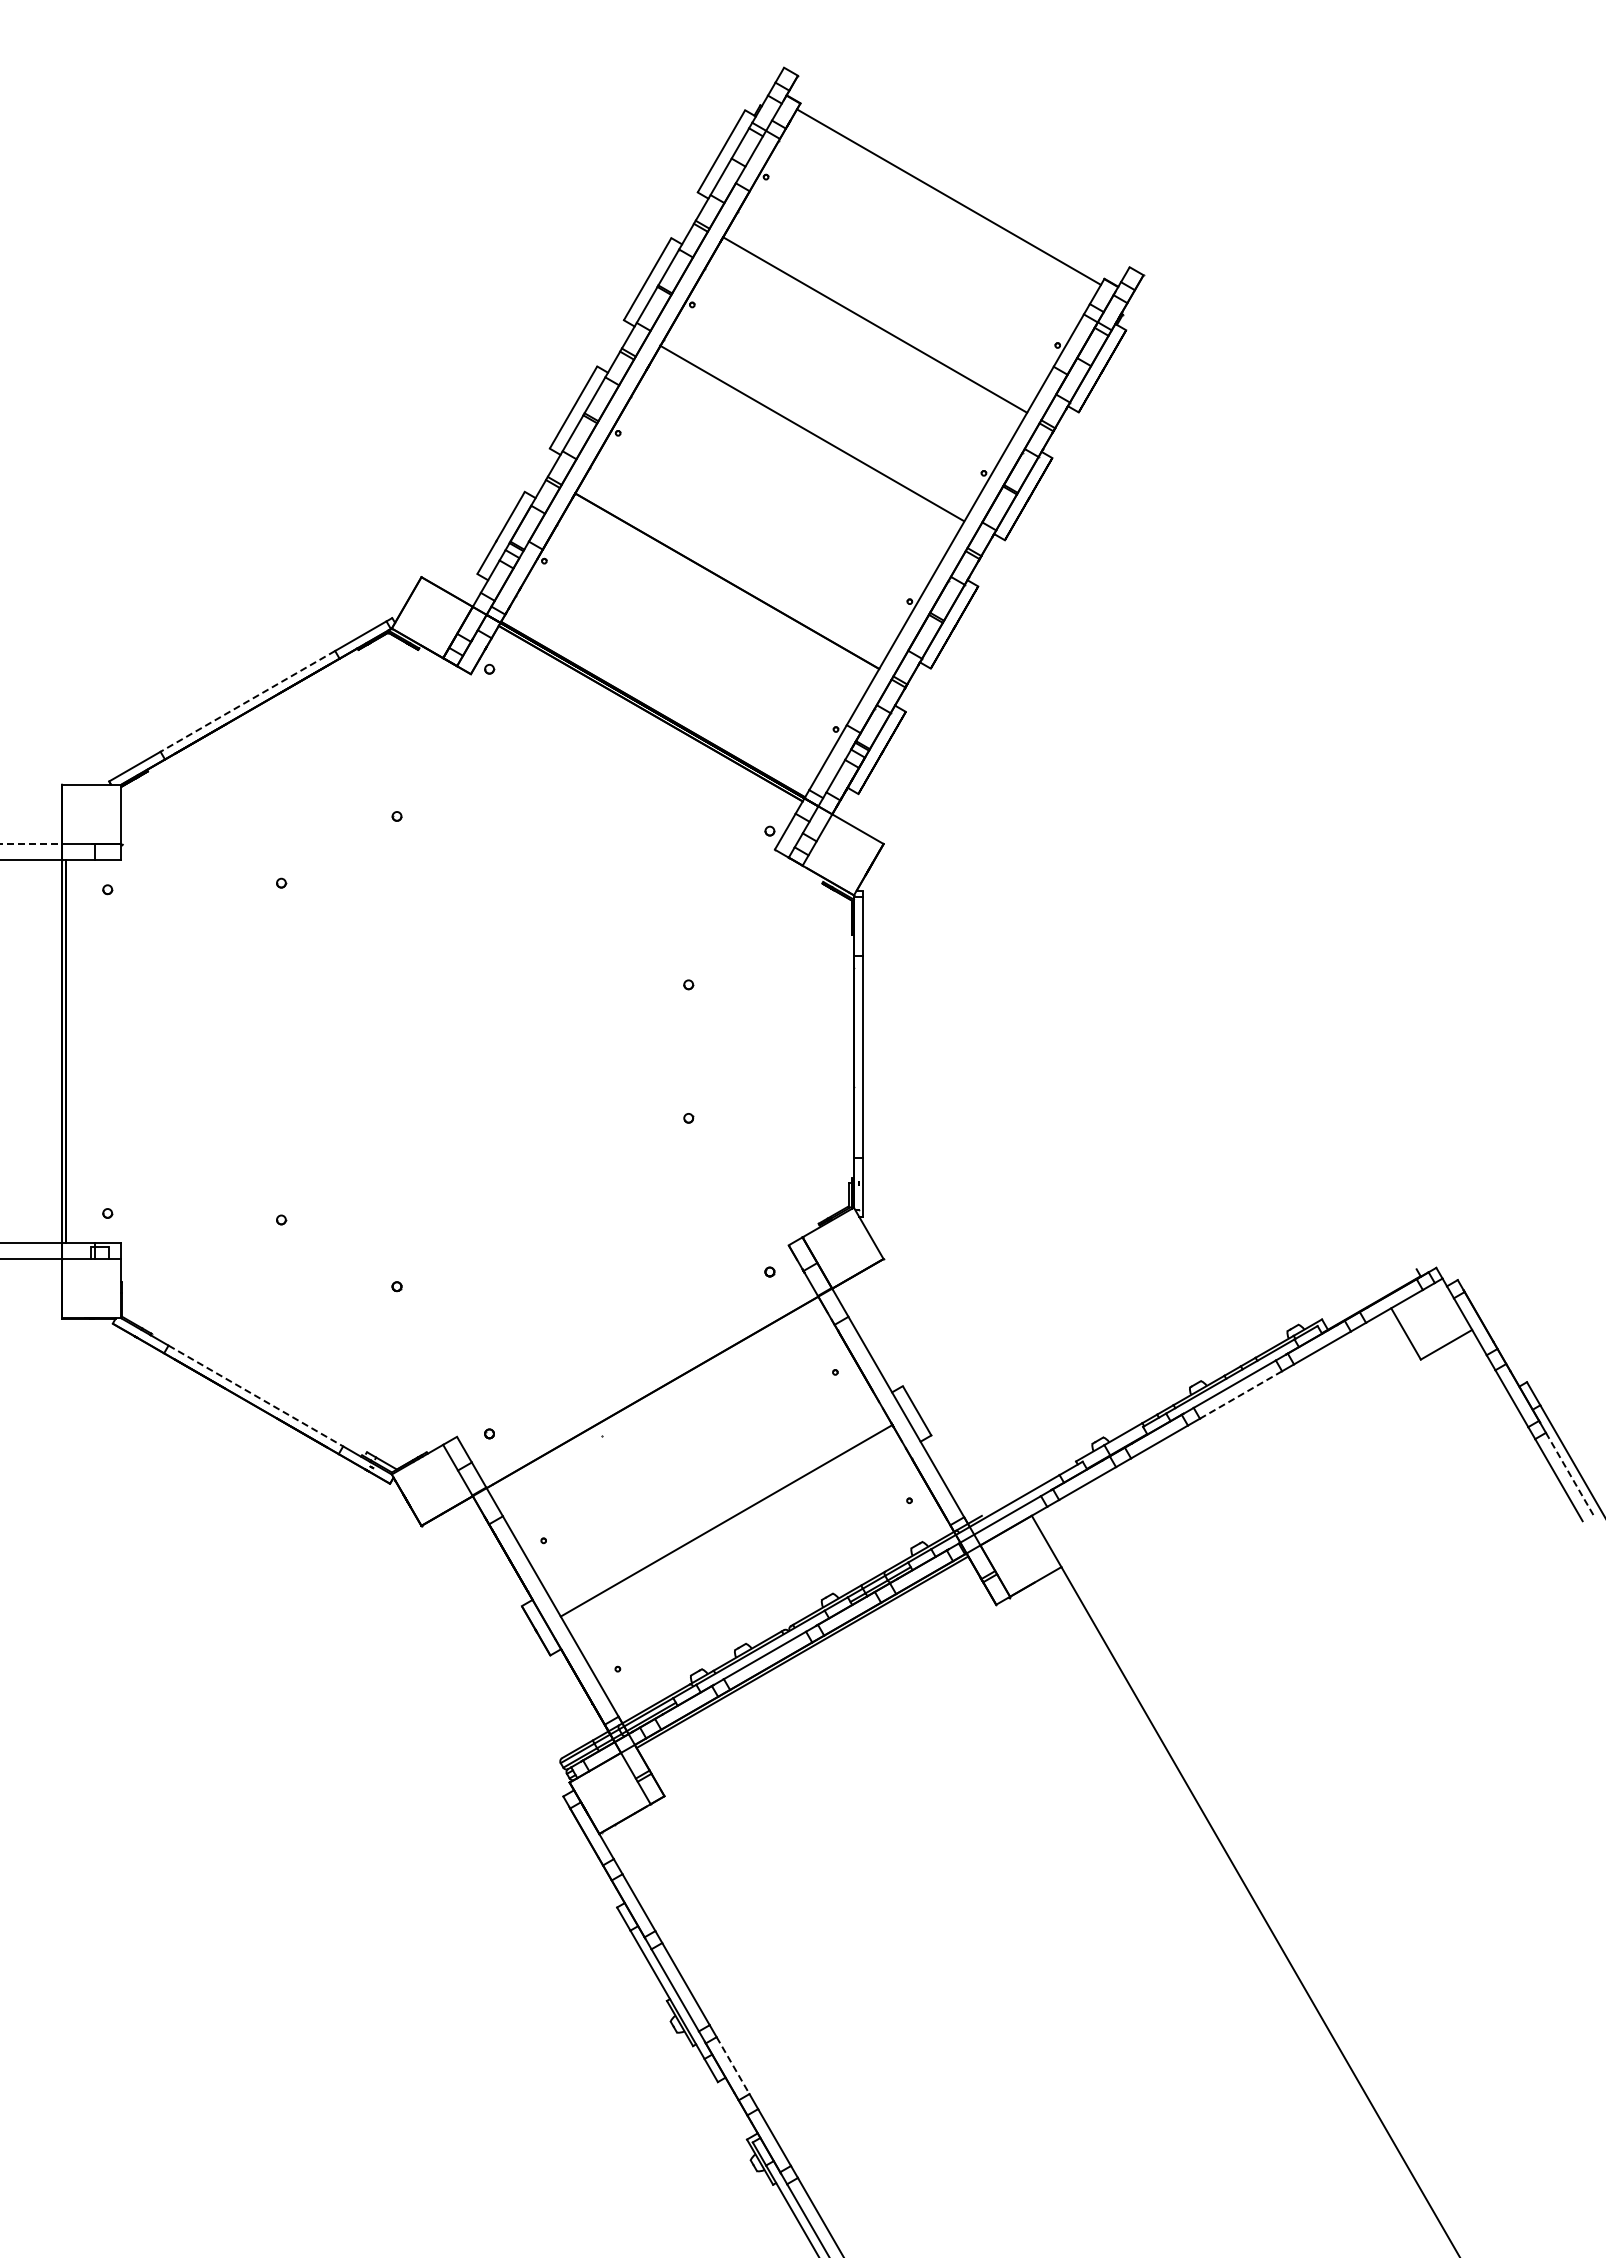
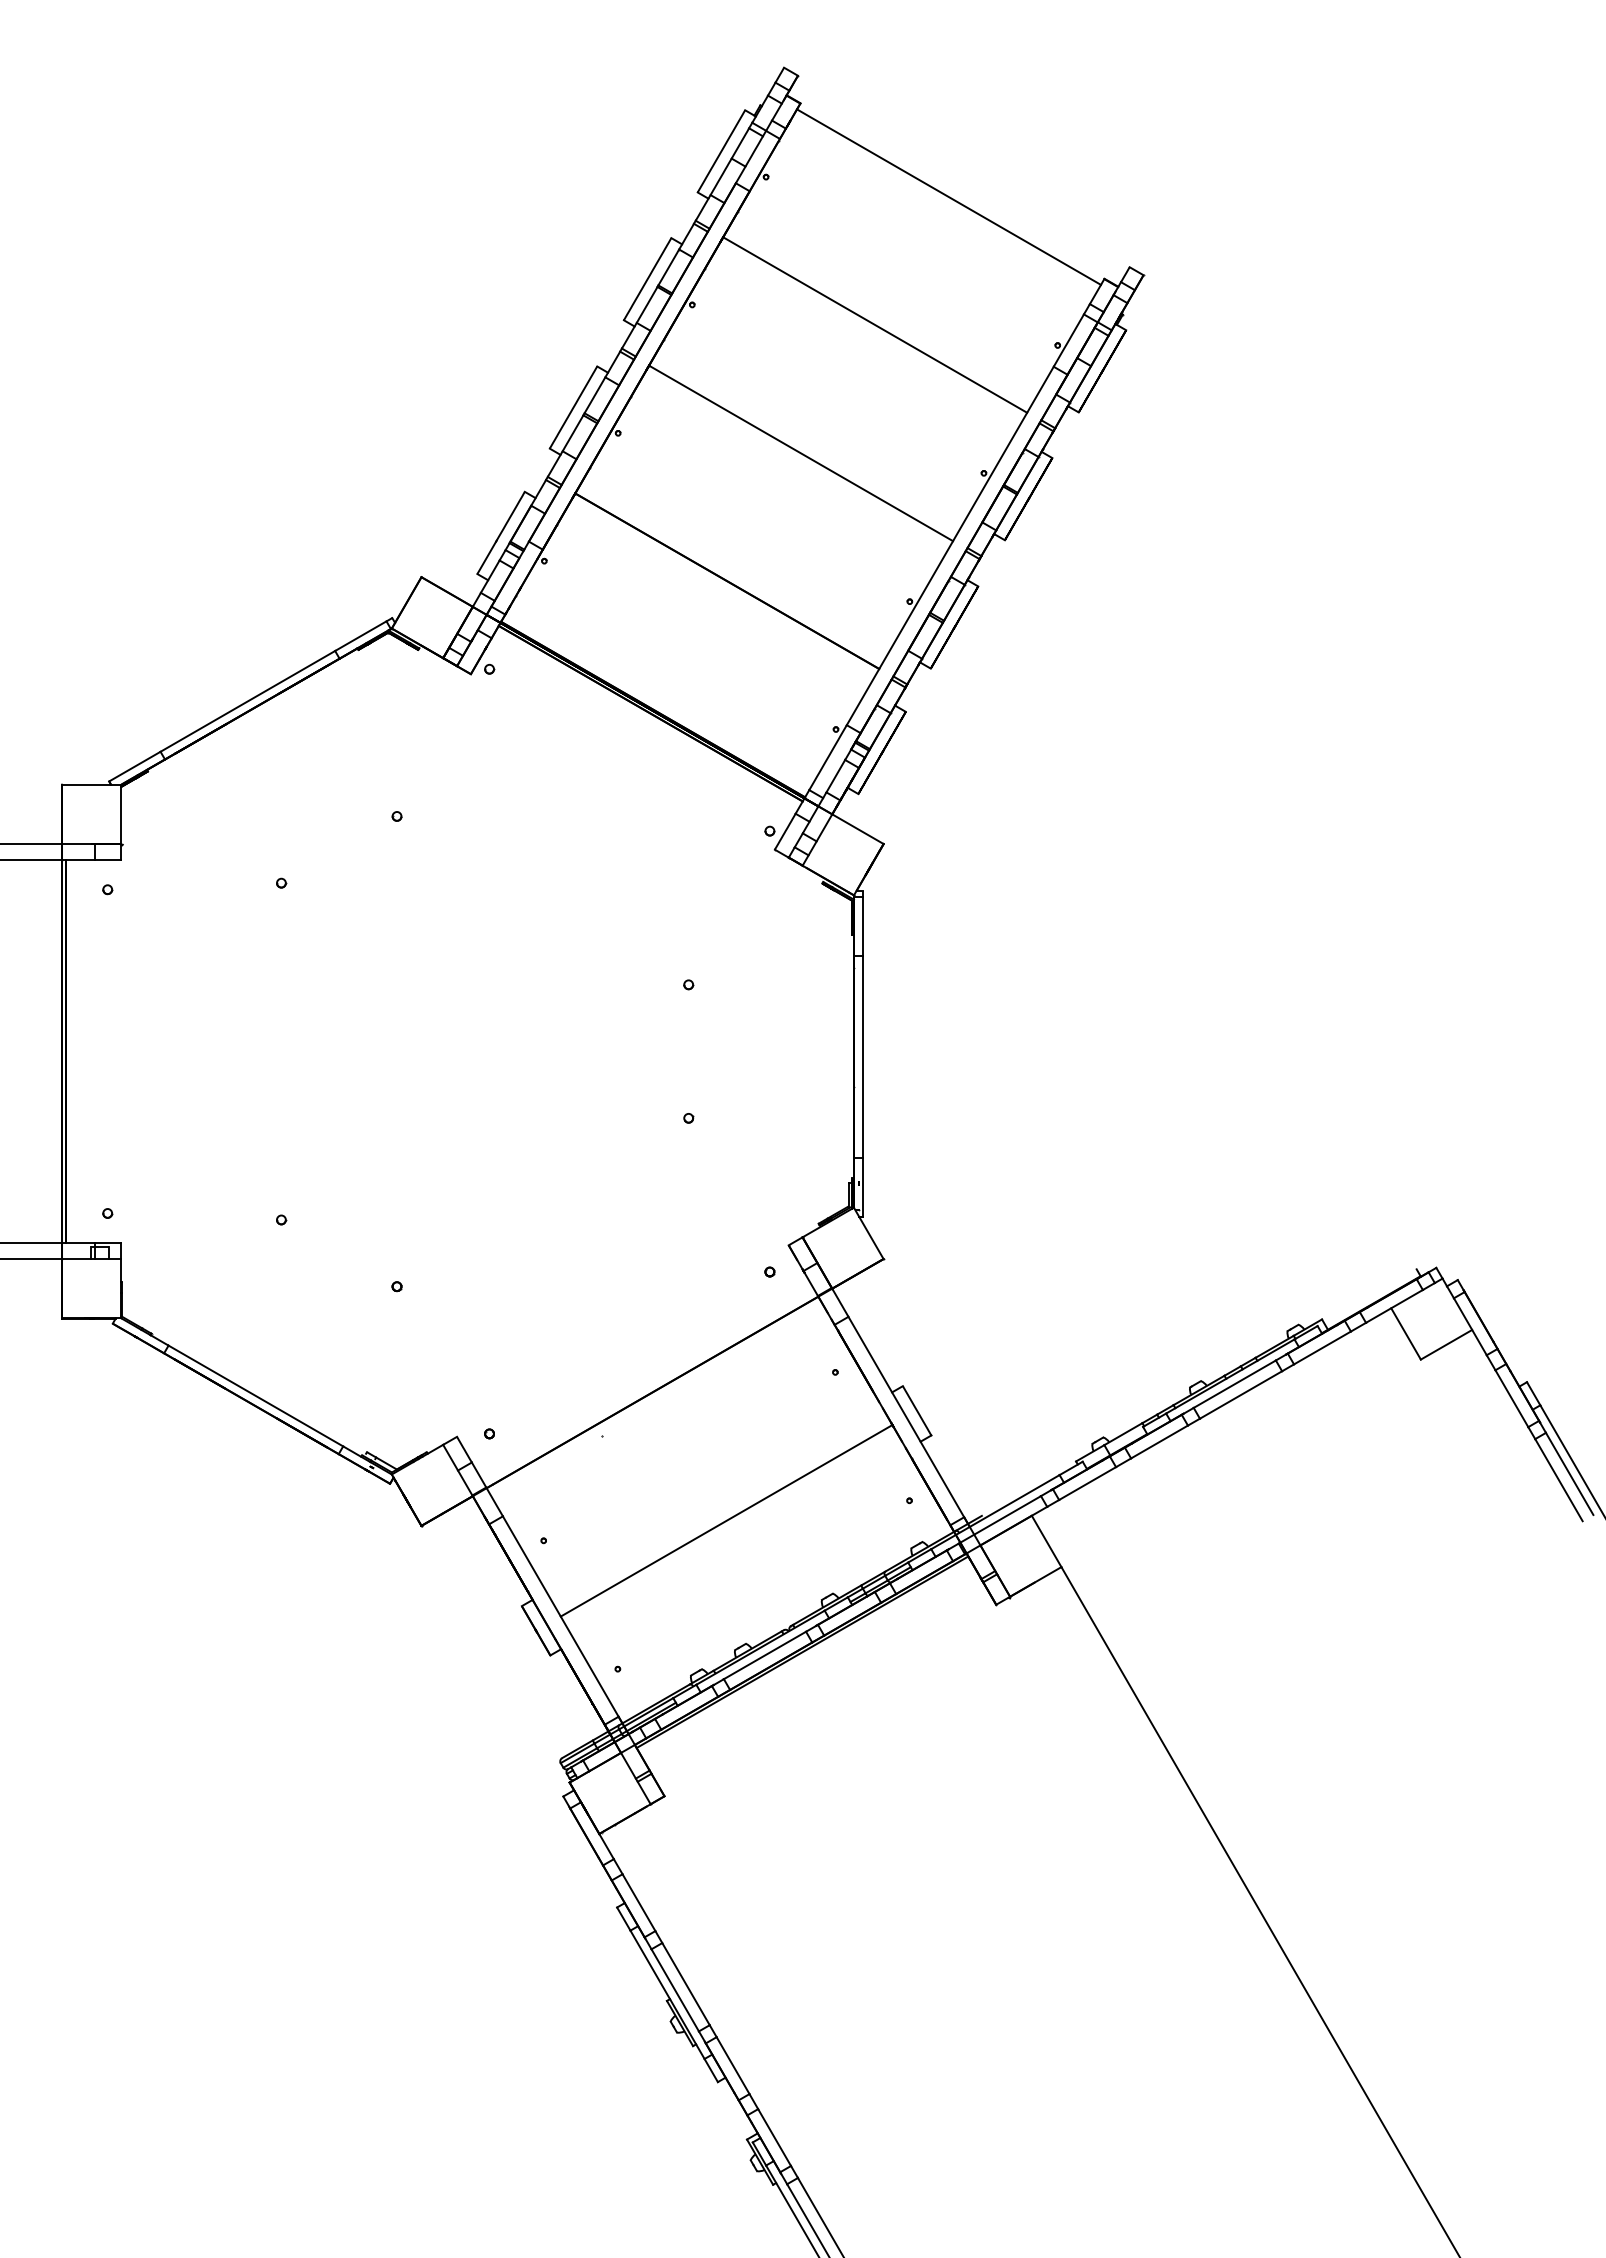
line at (812, 433) position: (812, 433) -> (801, 453)
line at (247, 701): dashed -> solid
line at (31, 843): dashed -> solid
line at (1240, 1395): dashed -> solid
line at (255, 1396): dashed -> solid
line at (1569, 1473): dashed -> solid
line at (733, 2065): dashed -> solid
